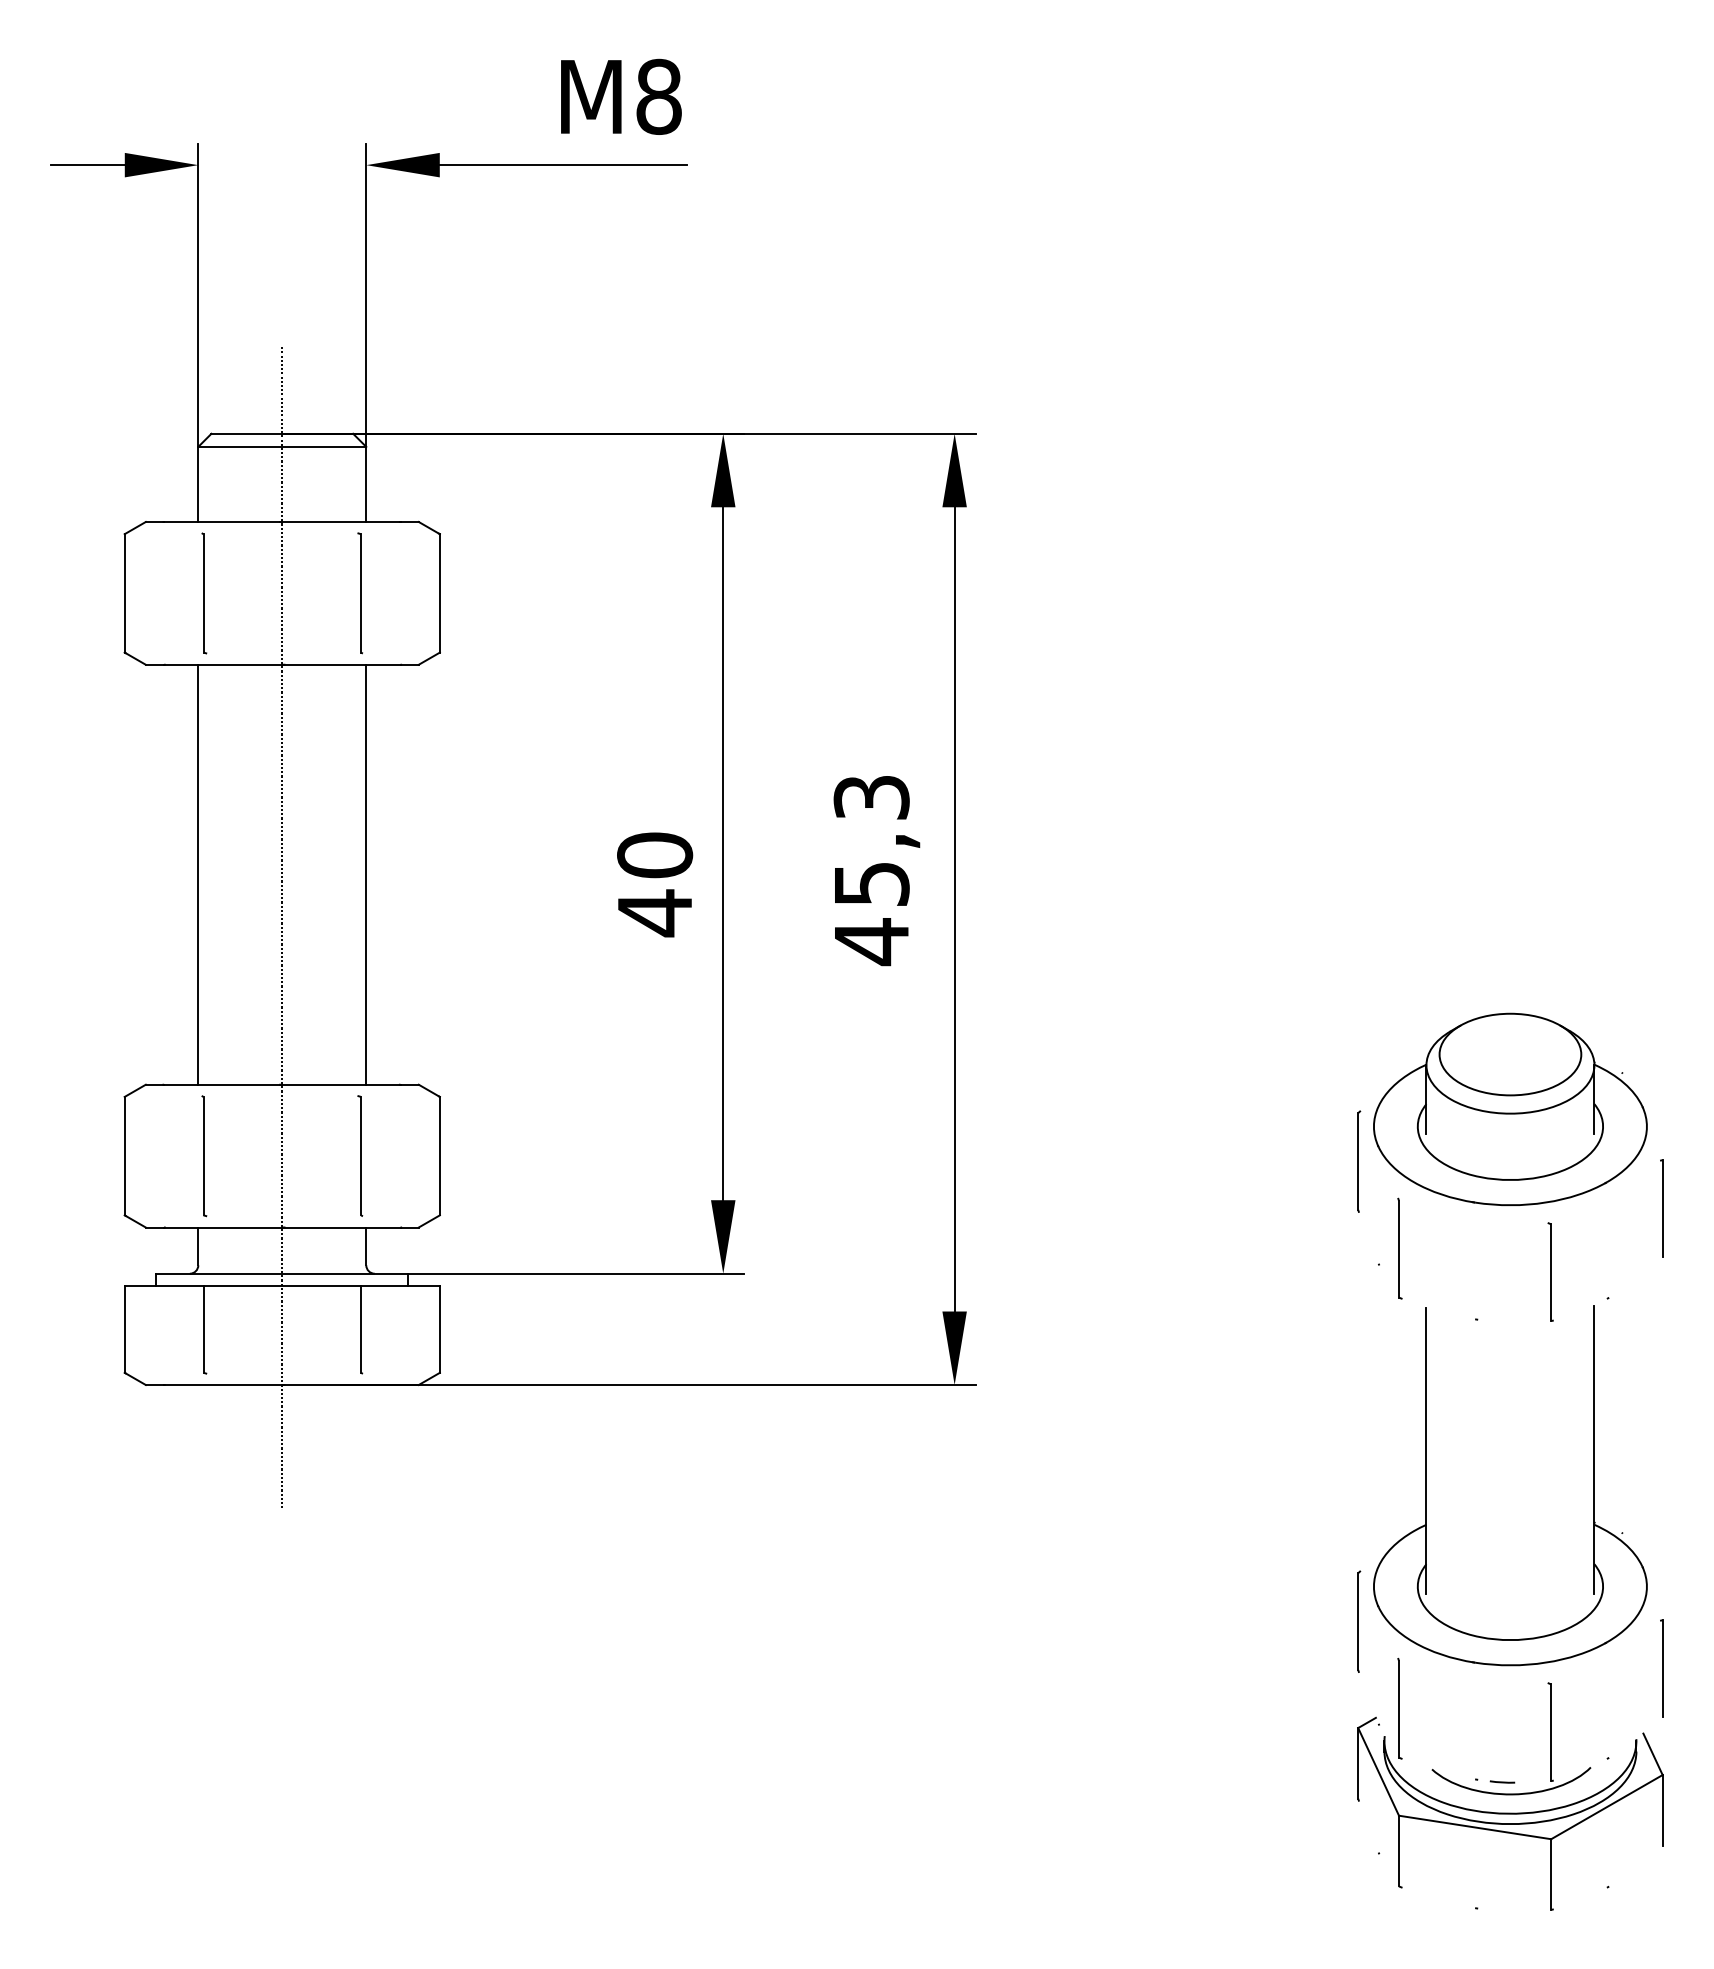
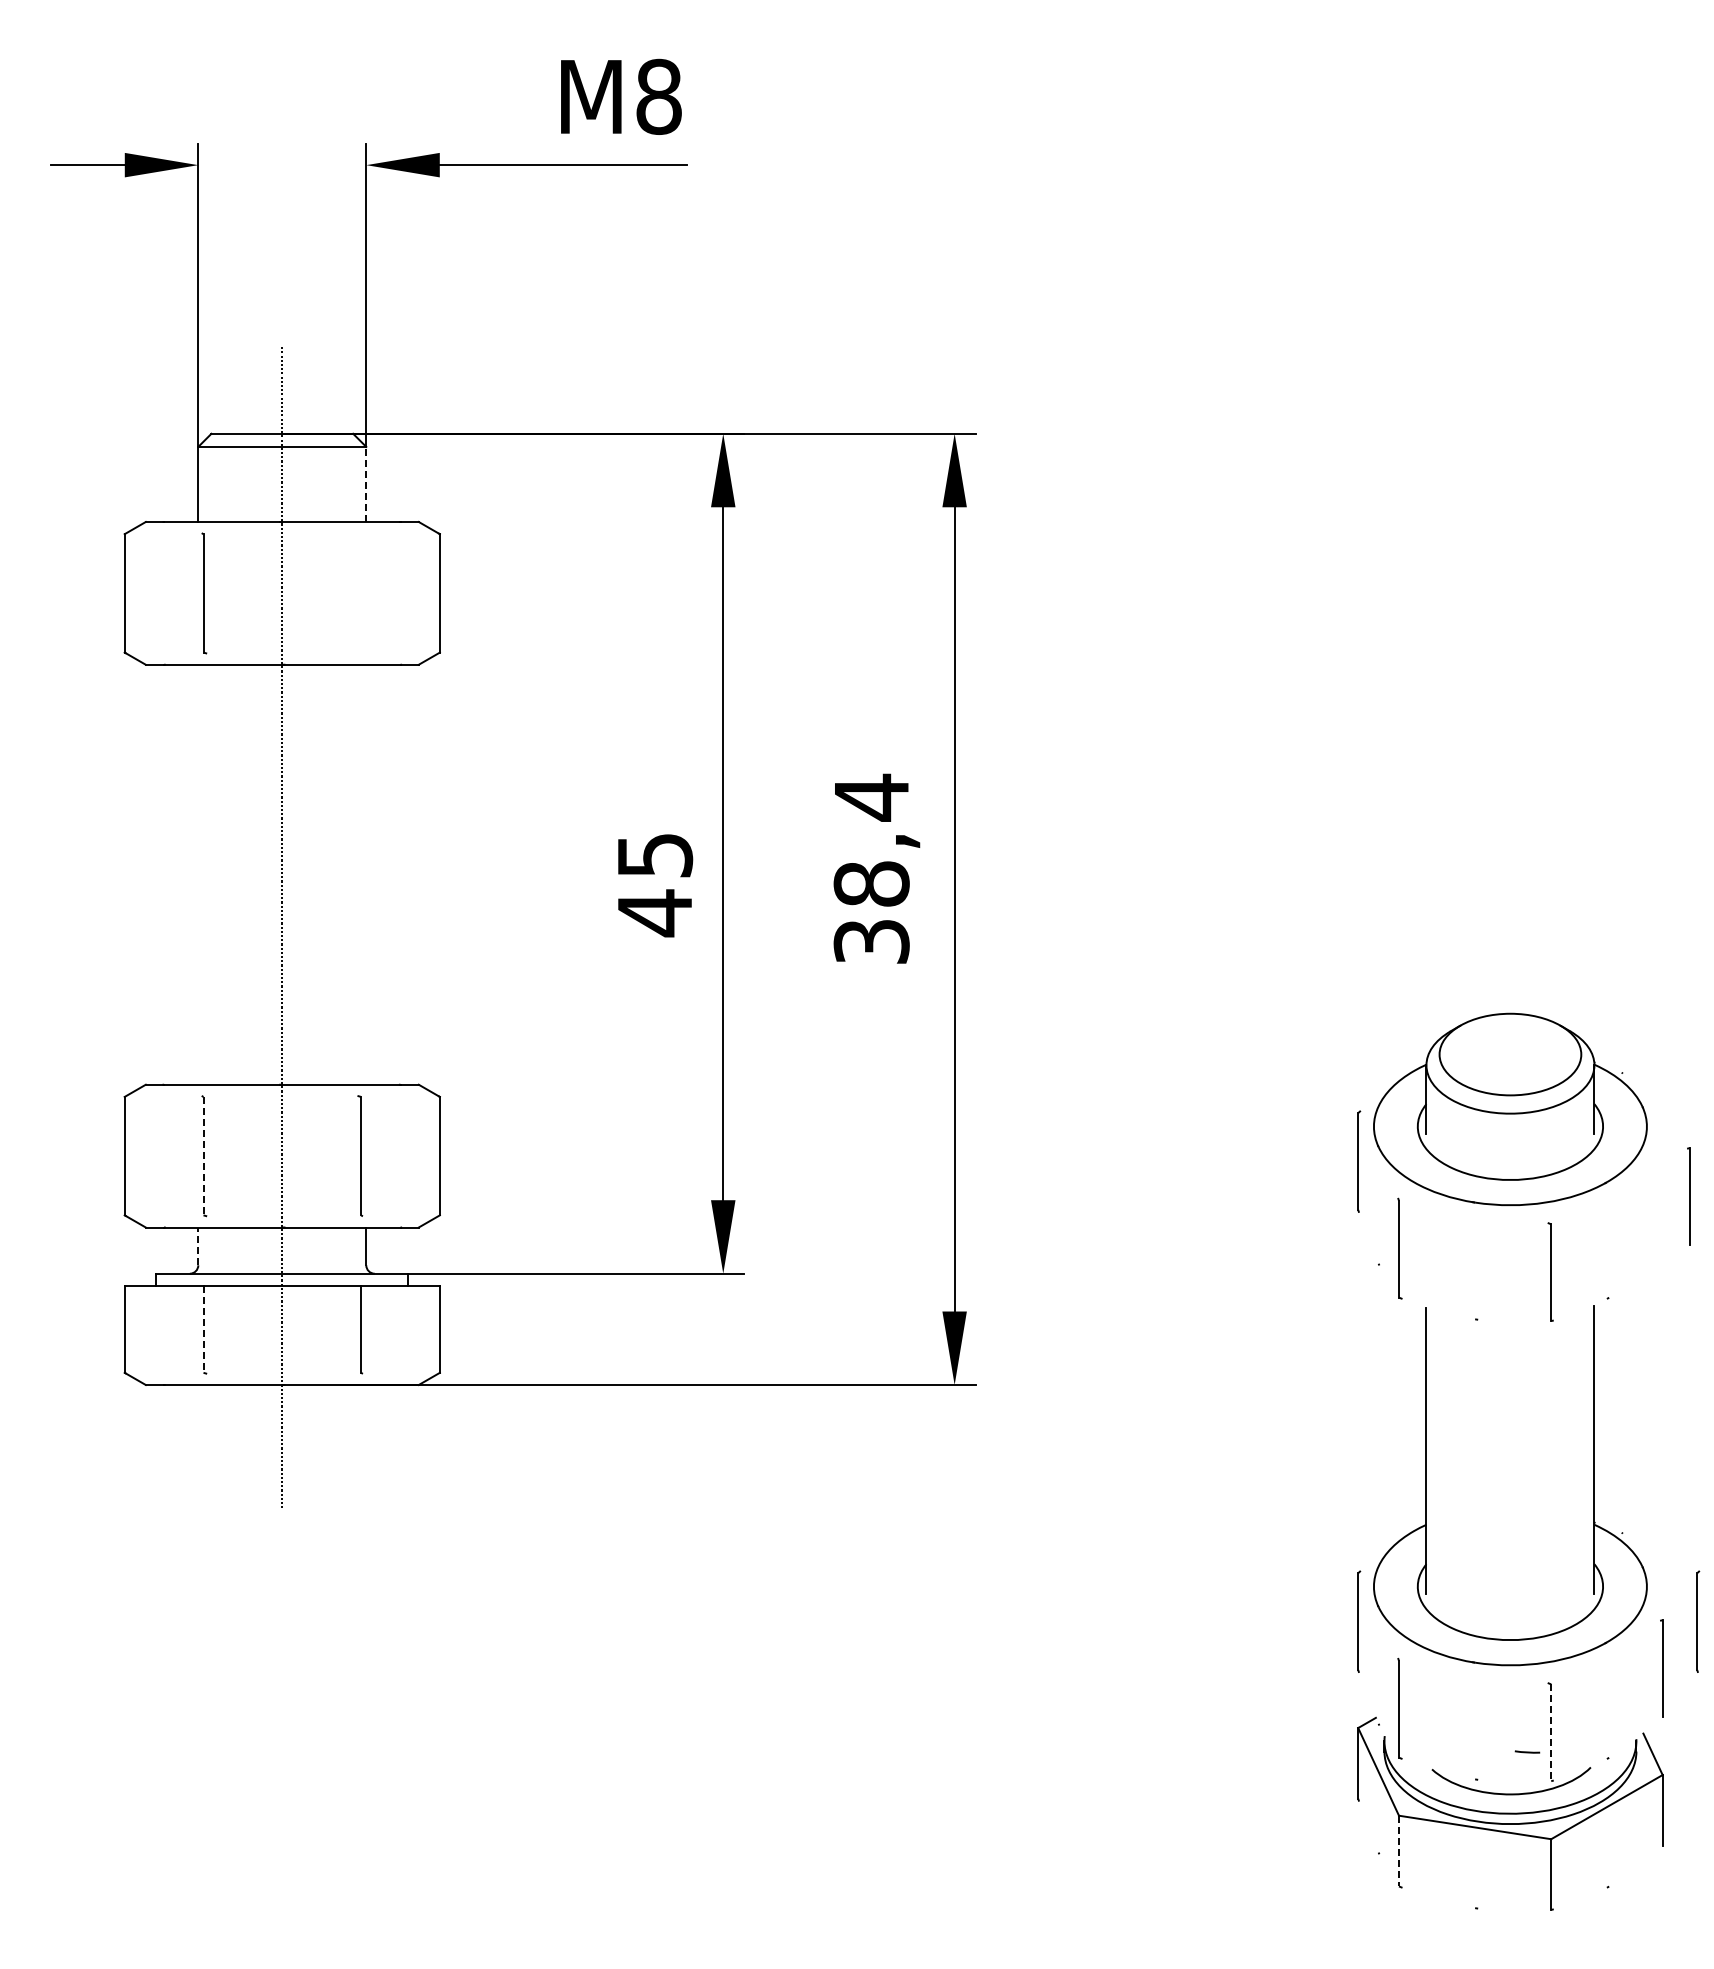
line at (366, 484): solid -> dashed
part at (360, 593): present -> none
text at (655, 855): 40 -> 45
text at (871, 869): 45,3 -> 38,4
line at (198, 874): present -> none
line at (366, 874): present -> none
line at (203, 1156): solid -> dashed
part at (1661, 1208) position: (1661, 1208) -> (1688, 1196)
line at (198, 1246): solid -> dashed
line at (203, 1330): solid -> dashed
part at (1698, 1621): none -> present
line at (1551, 1733): solid -> dashed
line at (1502, 1781) position: (1502, 1781) -> (1527, 1751)
line at (1398, 1851): solid -> dashed
